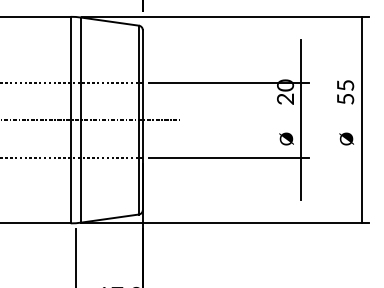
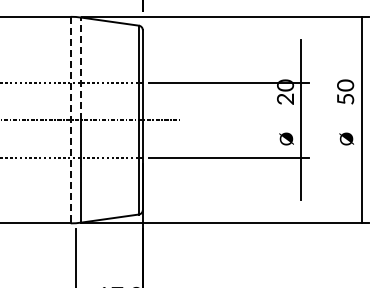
line at (81, 68): solid -> dashed
text at (345, 85): 55 -> 50
line at (70, 120): solid -> dashed
